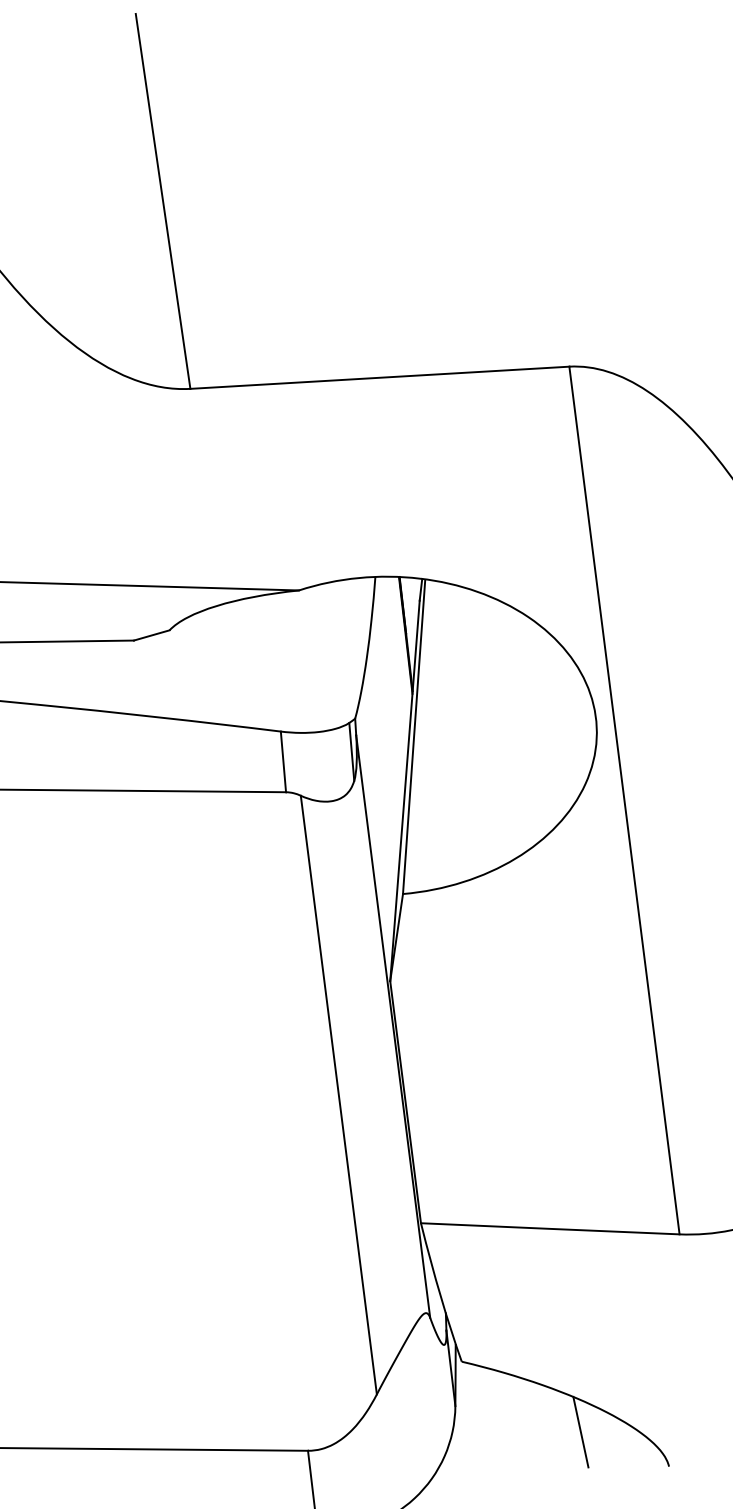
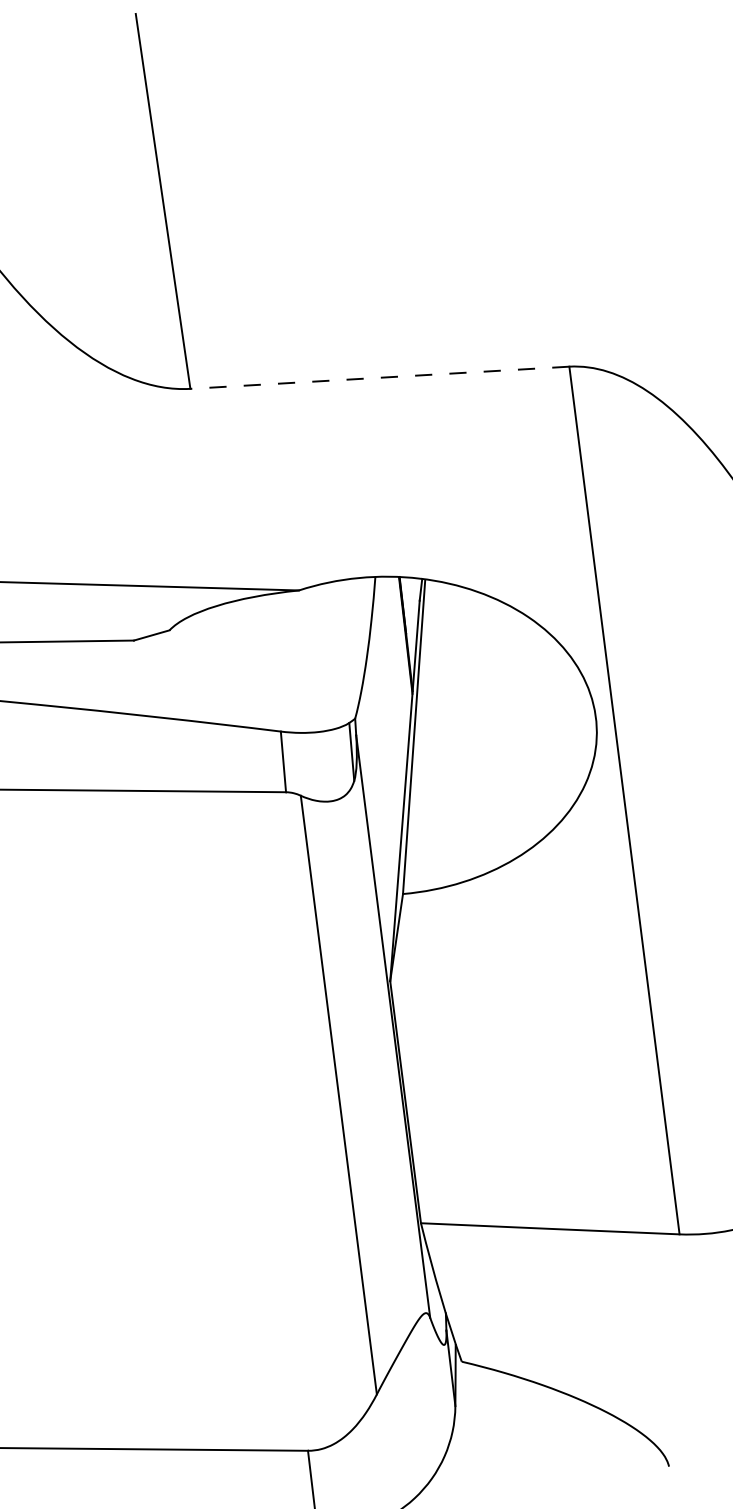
line at (379, 377): solid -> dashed
line at (580, 1431): present -> none
